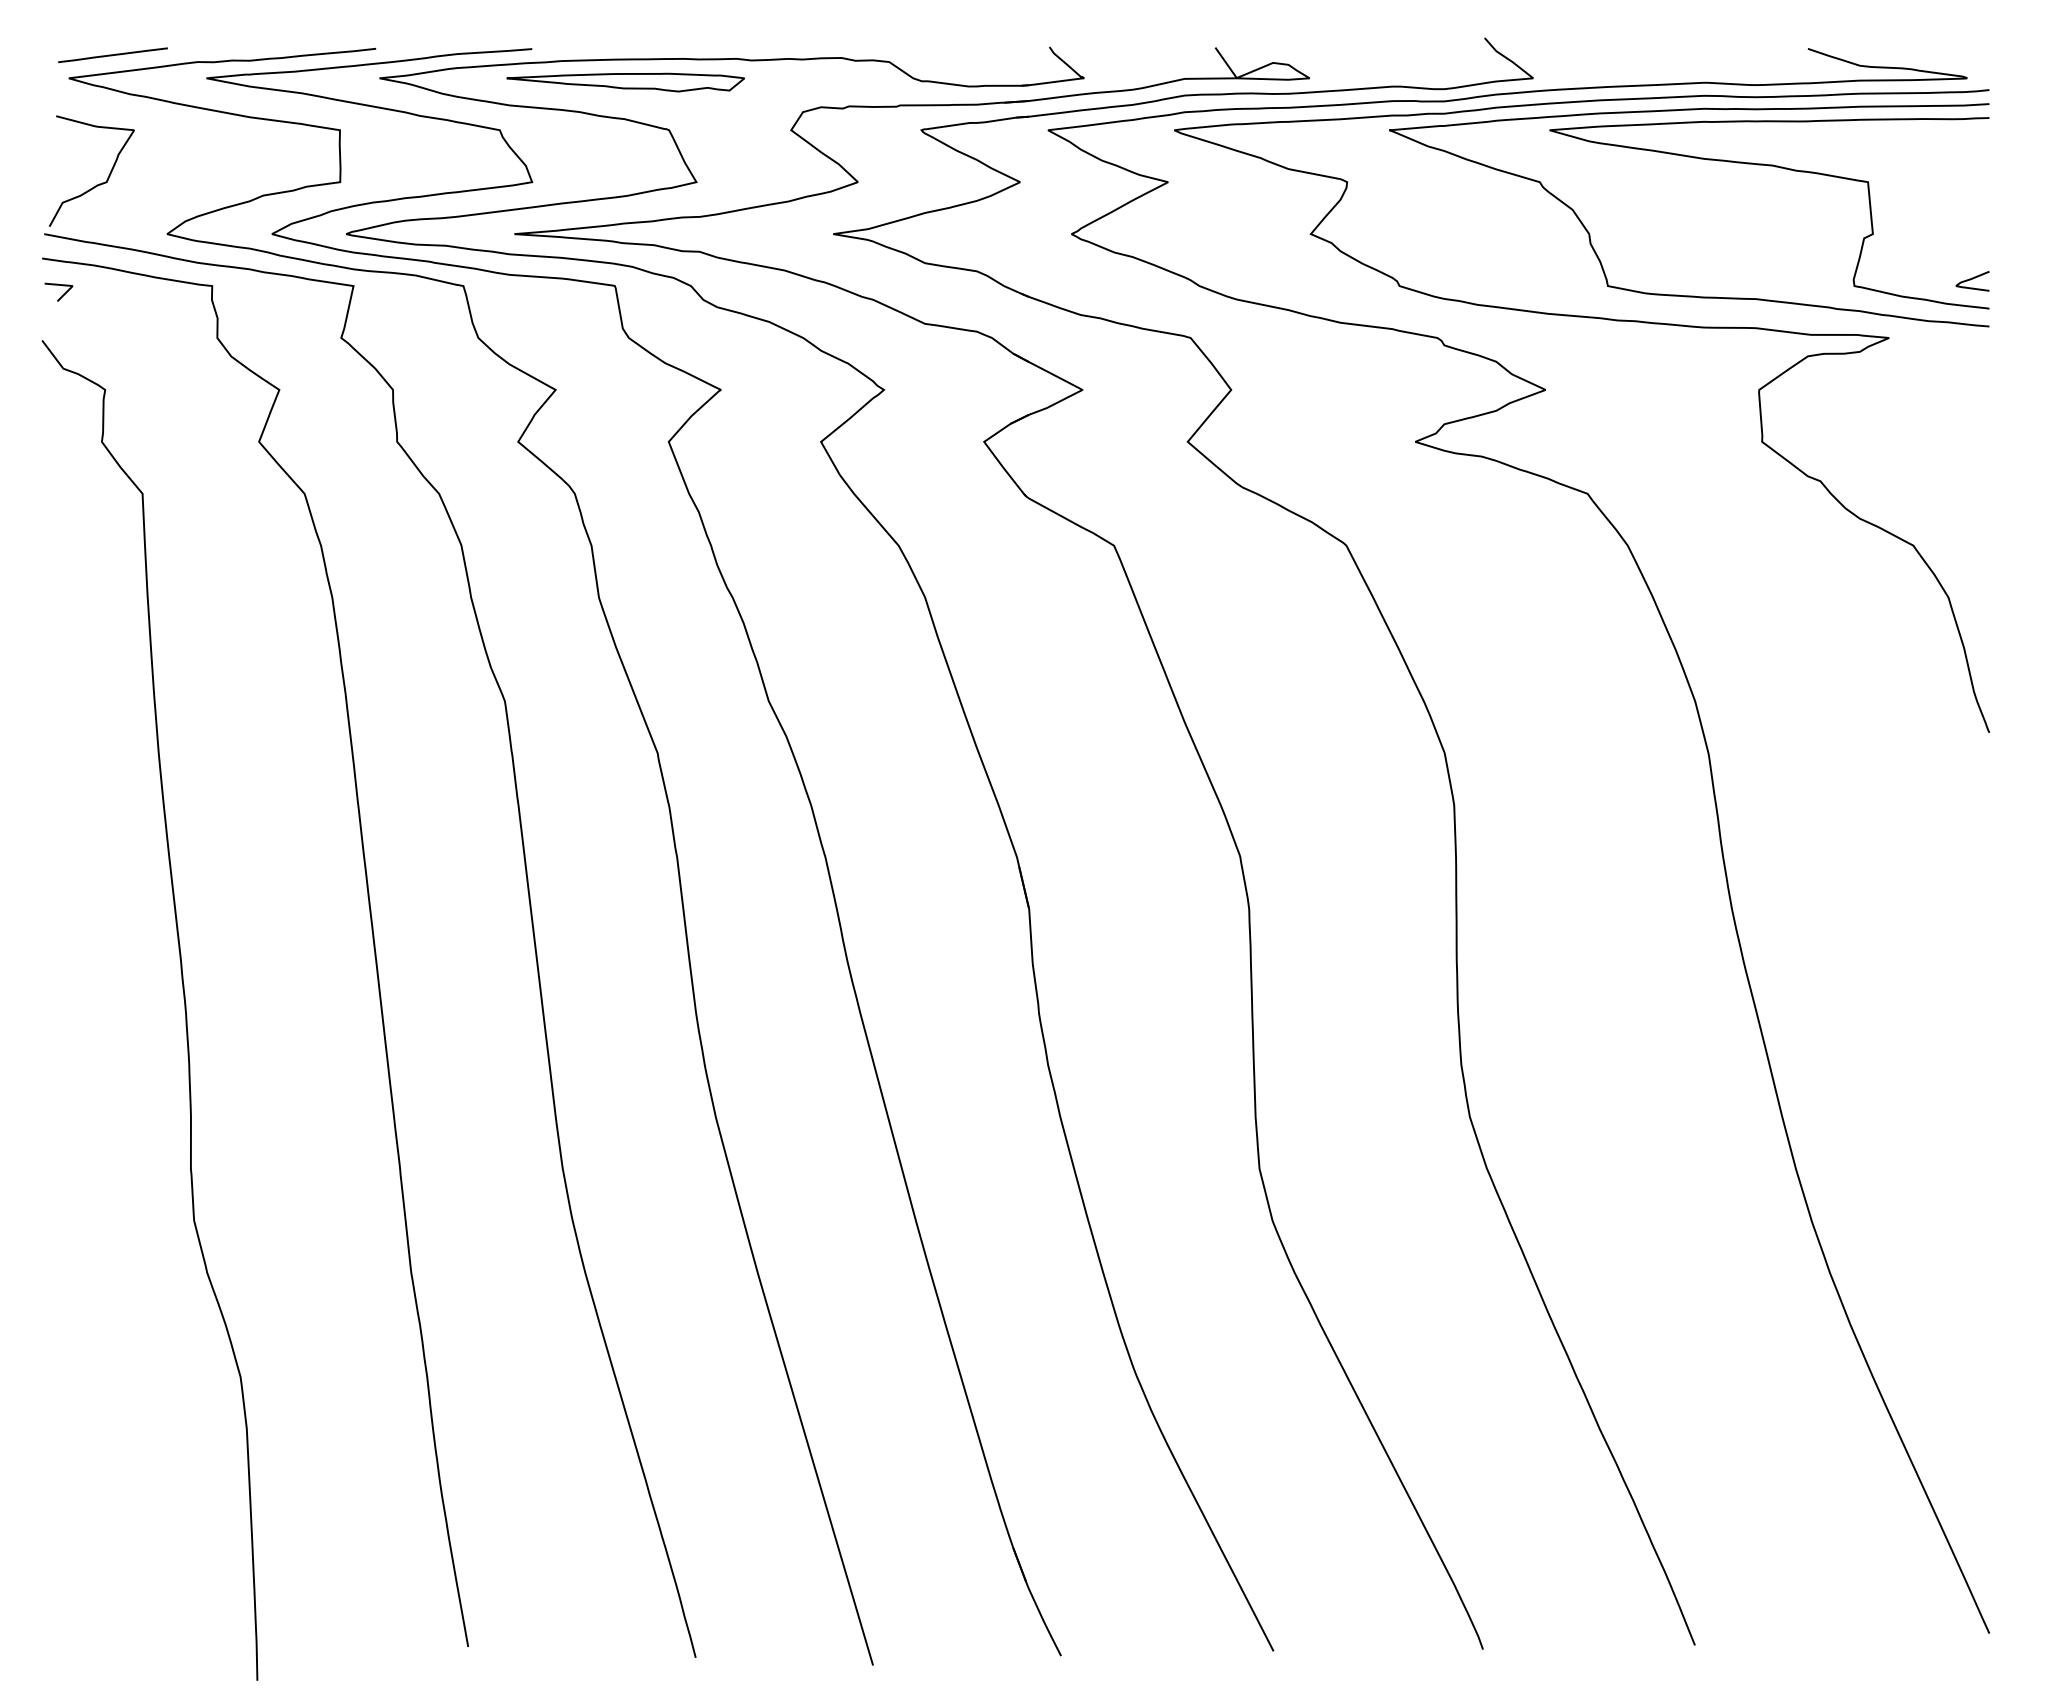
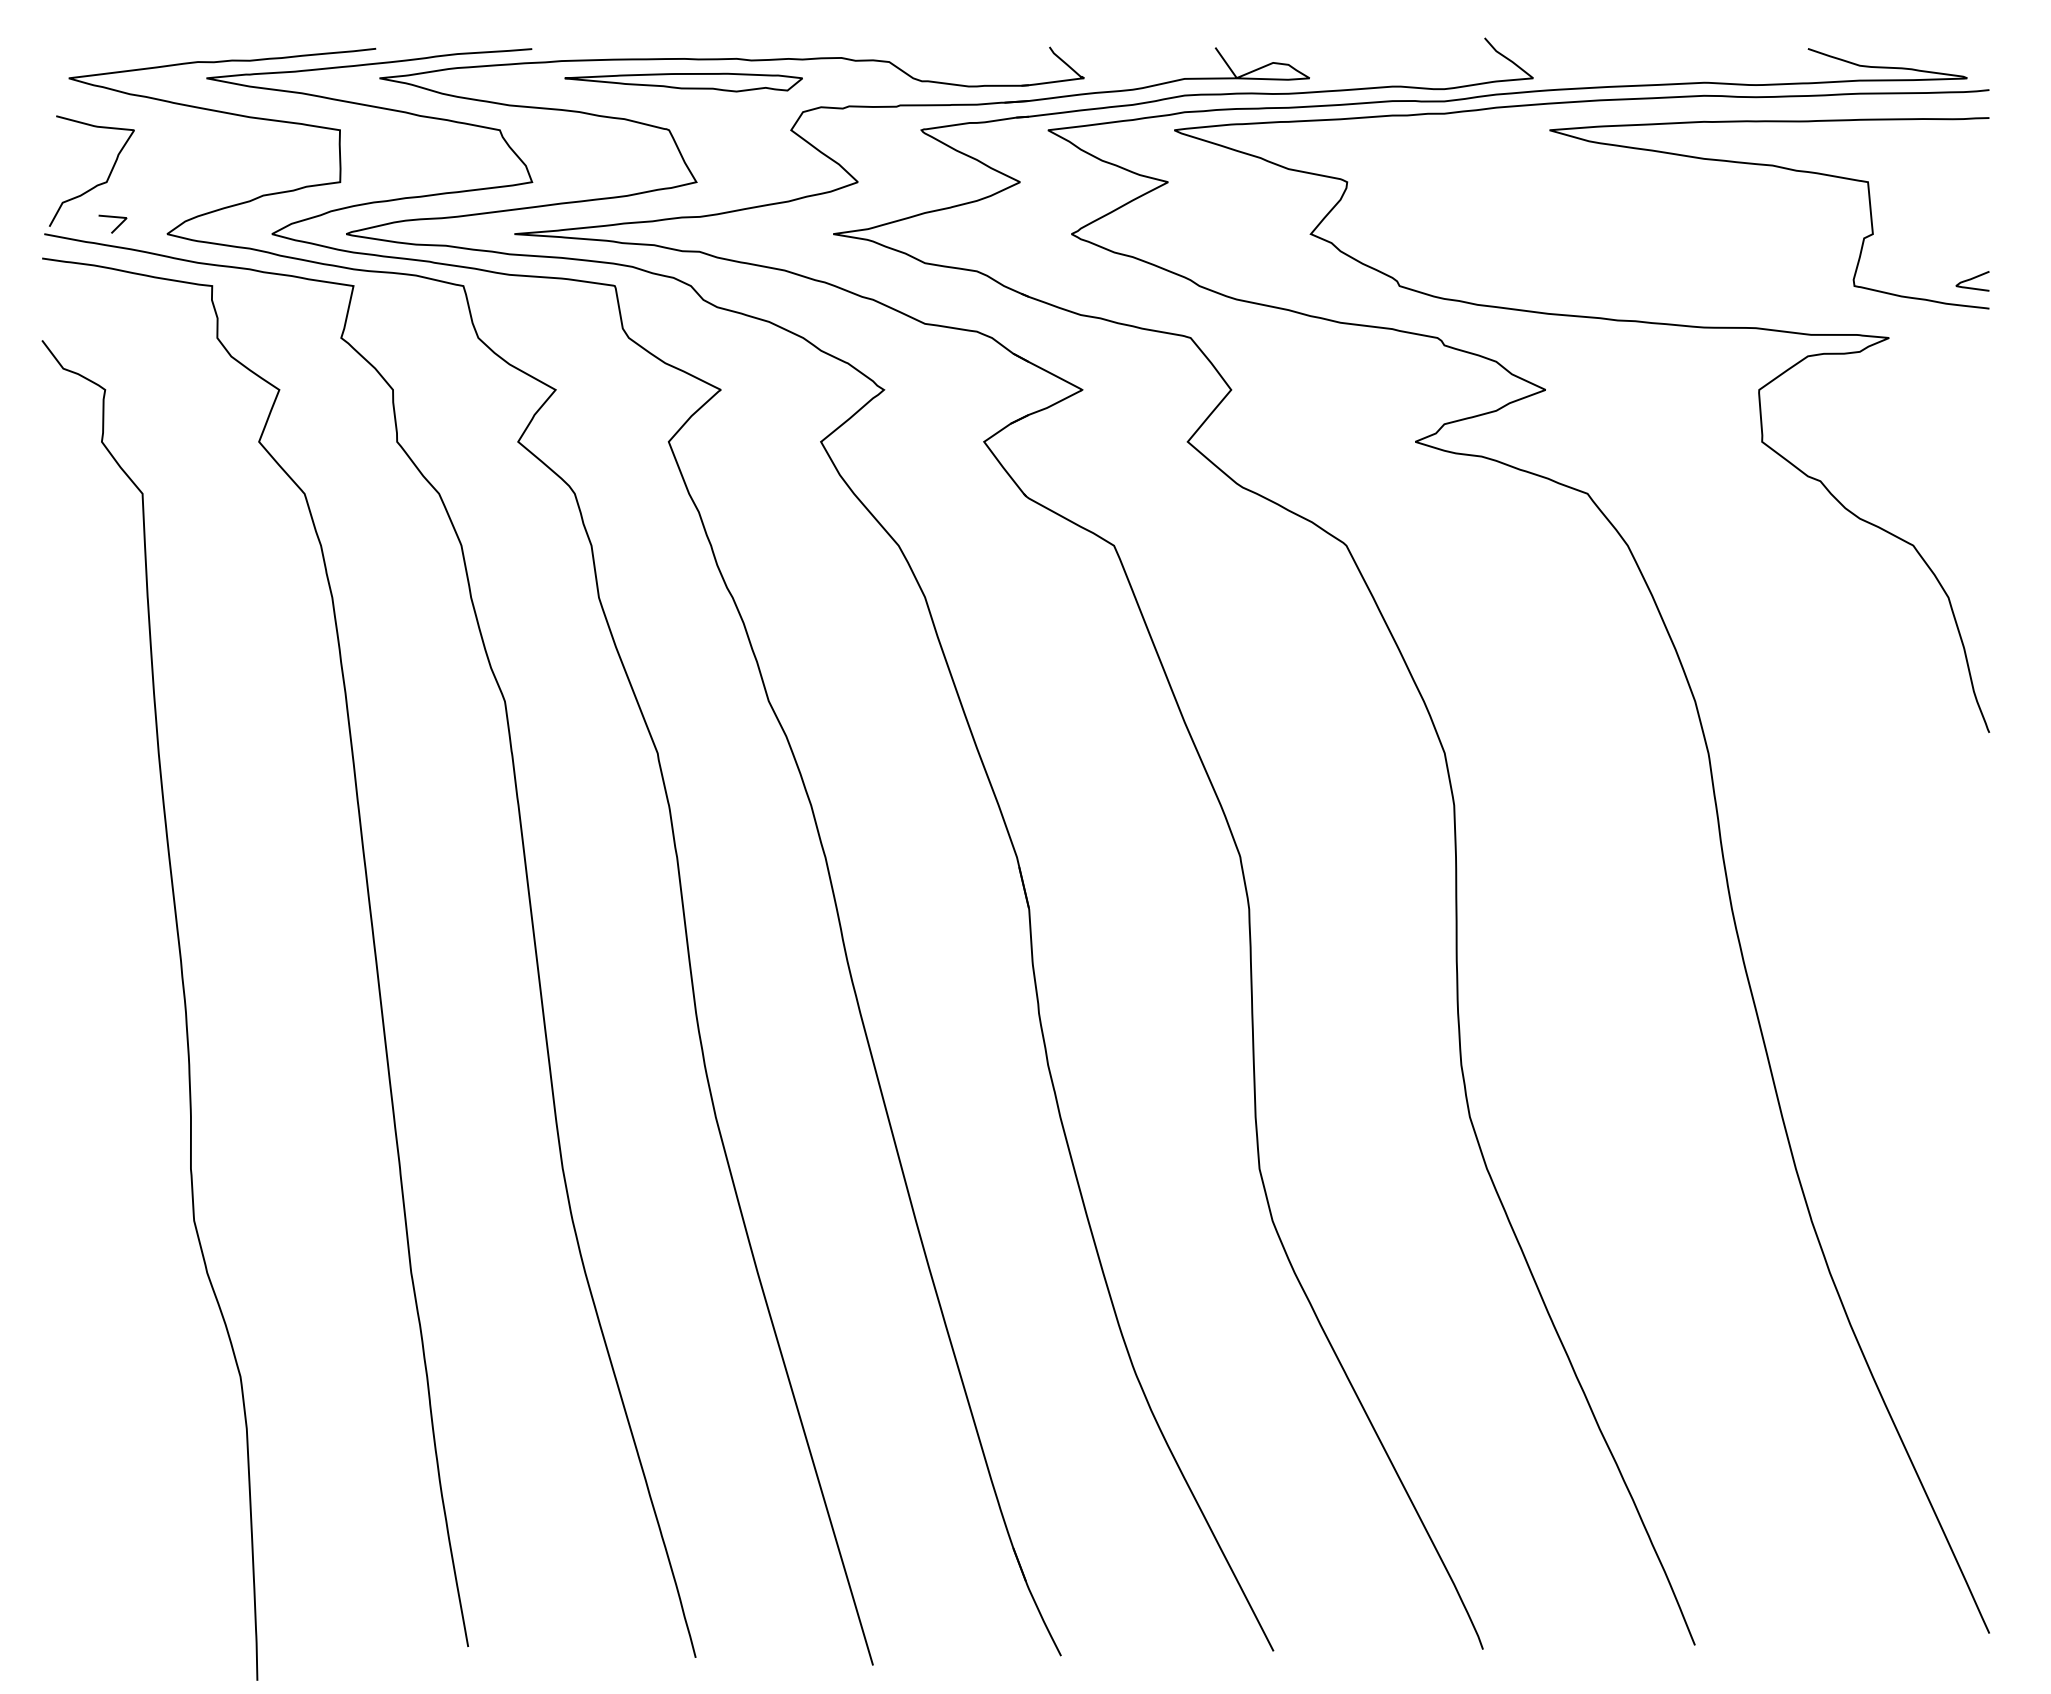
line at (112, 55): present -> none
part at (625, 82) position: (625, 82) -> (683, 82)
line at (62, 294) position: (62, 294) -> (116, 226)
curve at (1678, 294): present -> none
